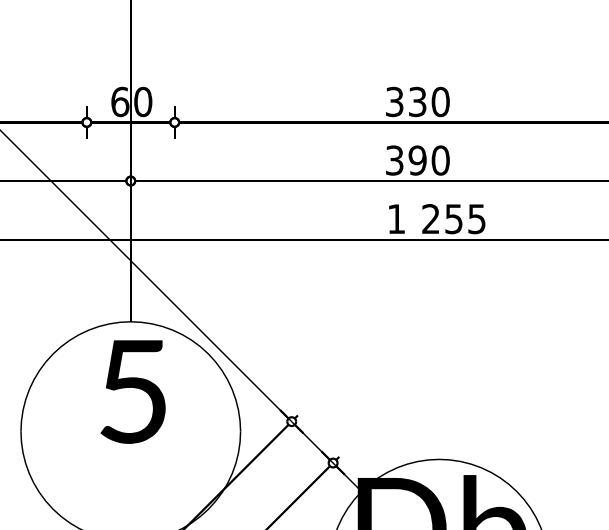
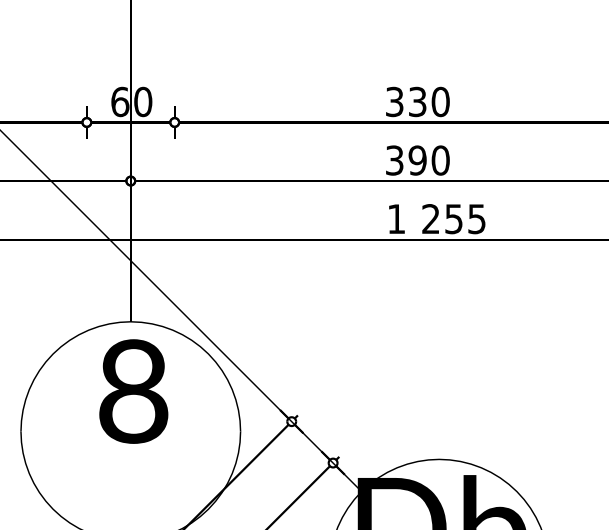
text at (133, 391): 5 -> 8
